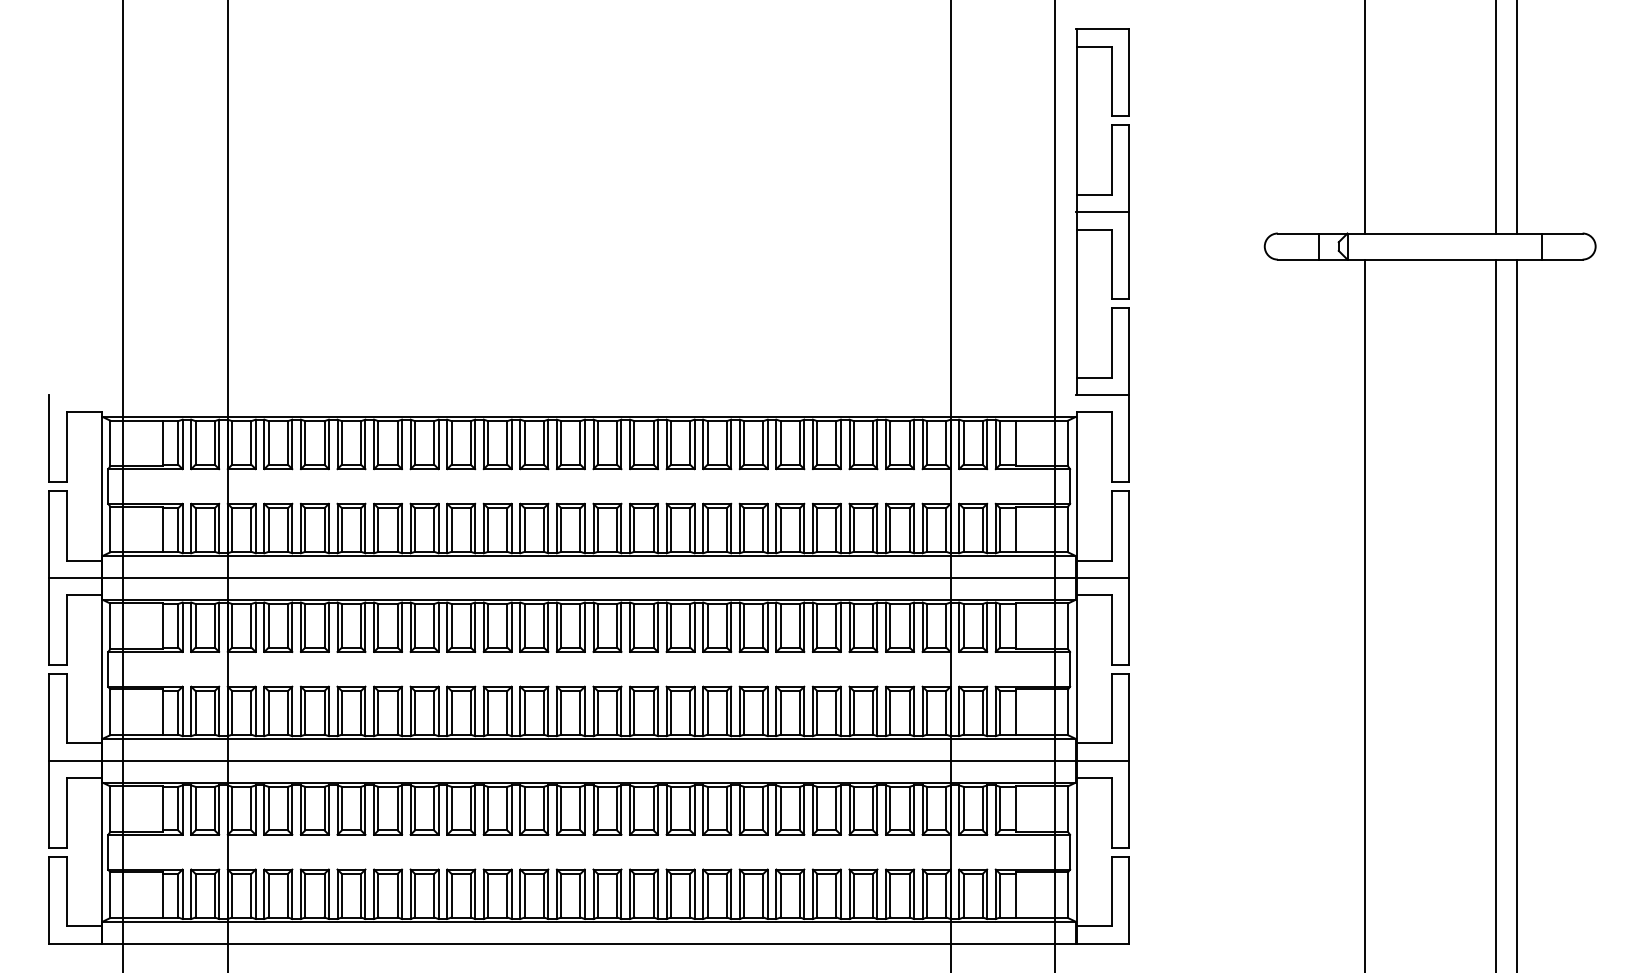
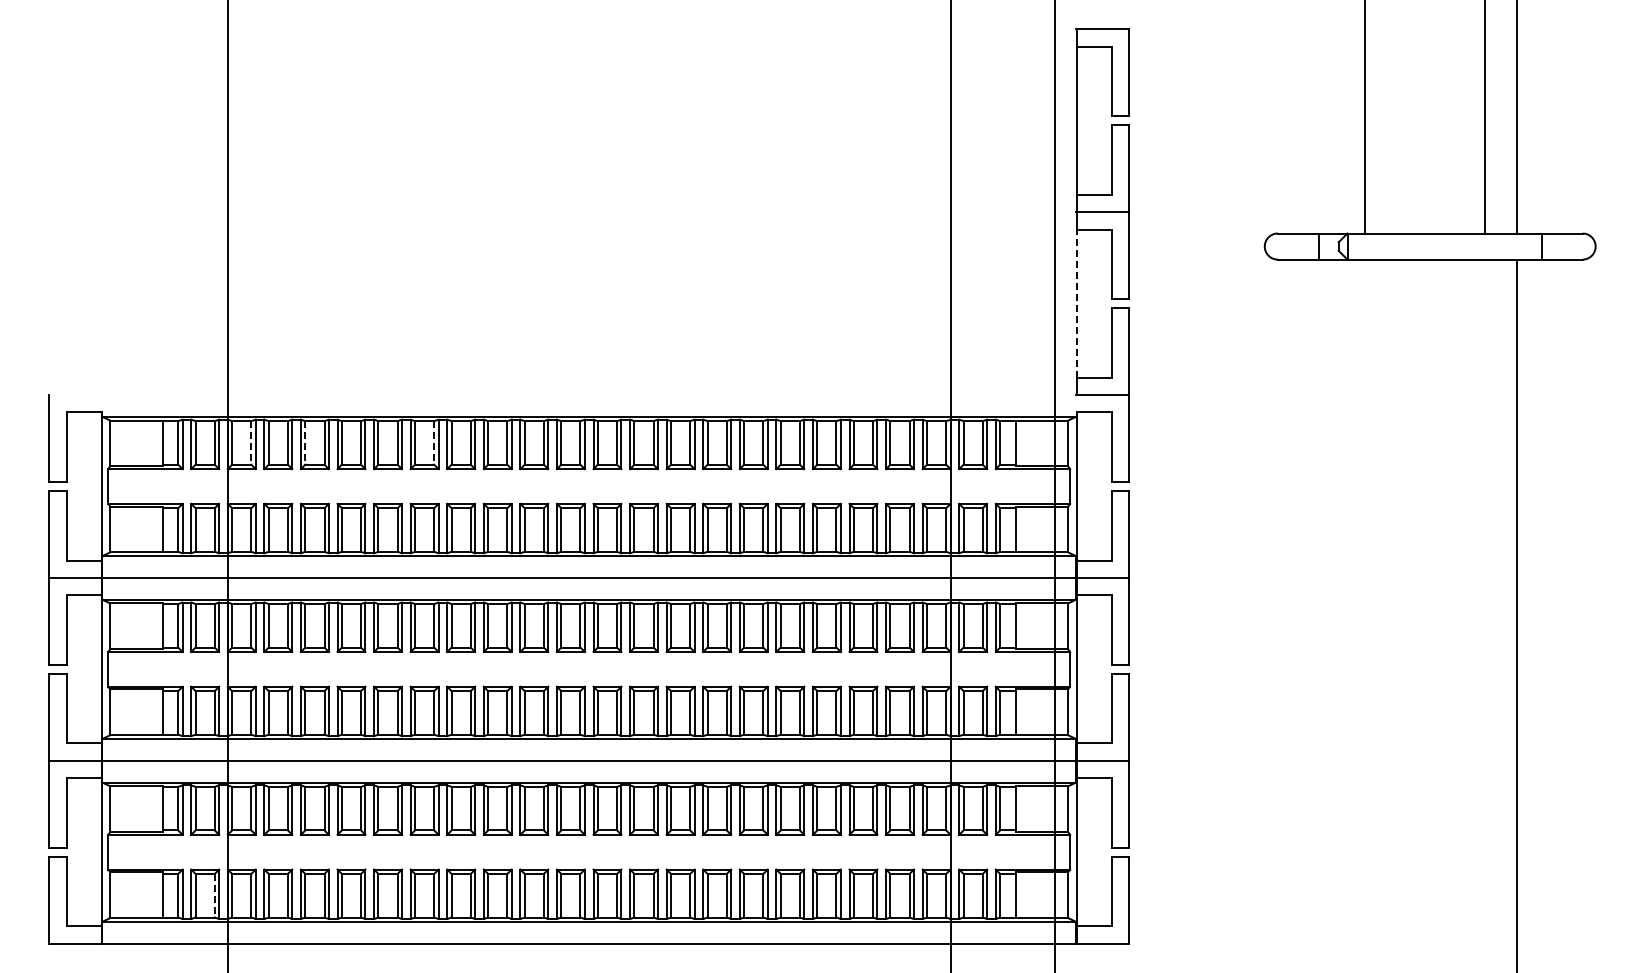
line at (1495, 117) position: (1495, 117) -> (1484, 117)
line at (1076, 303): solid -> dashed
line at (251, 442): solid -> dashed
line at (305, 442): solid -> dashed
line at (434, 442): solid -> dashed
line at (123, 485): present -> none
line at (1364, 614): present -> none
line at (1495, 614): present -> none
line at (214, 895): solid -> dashed
